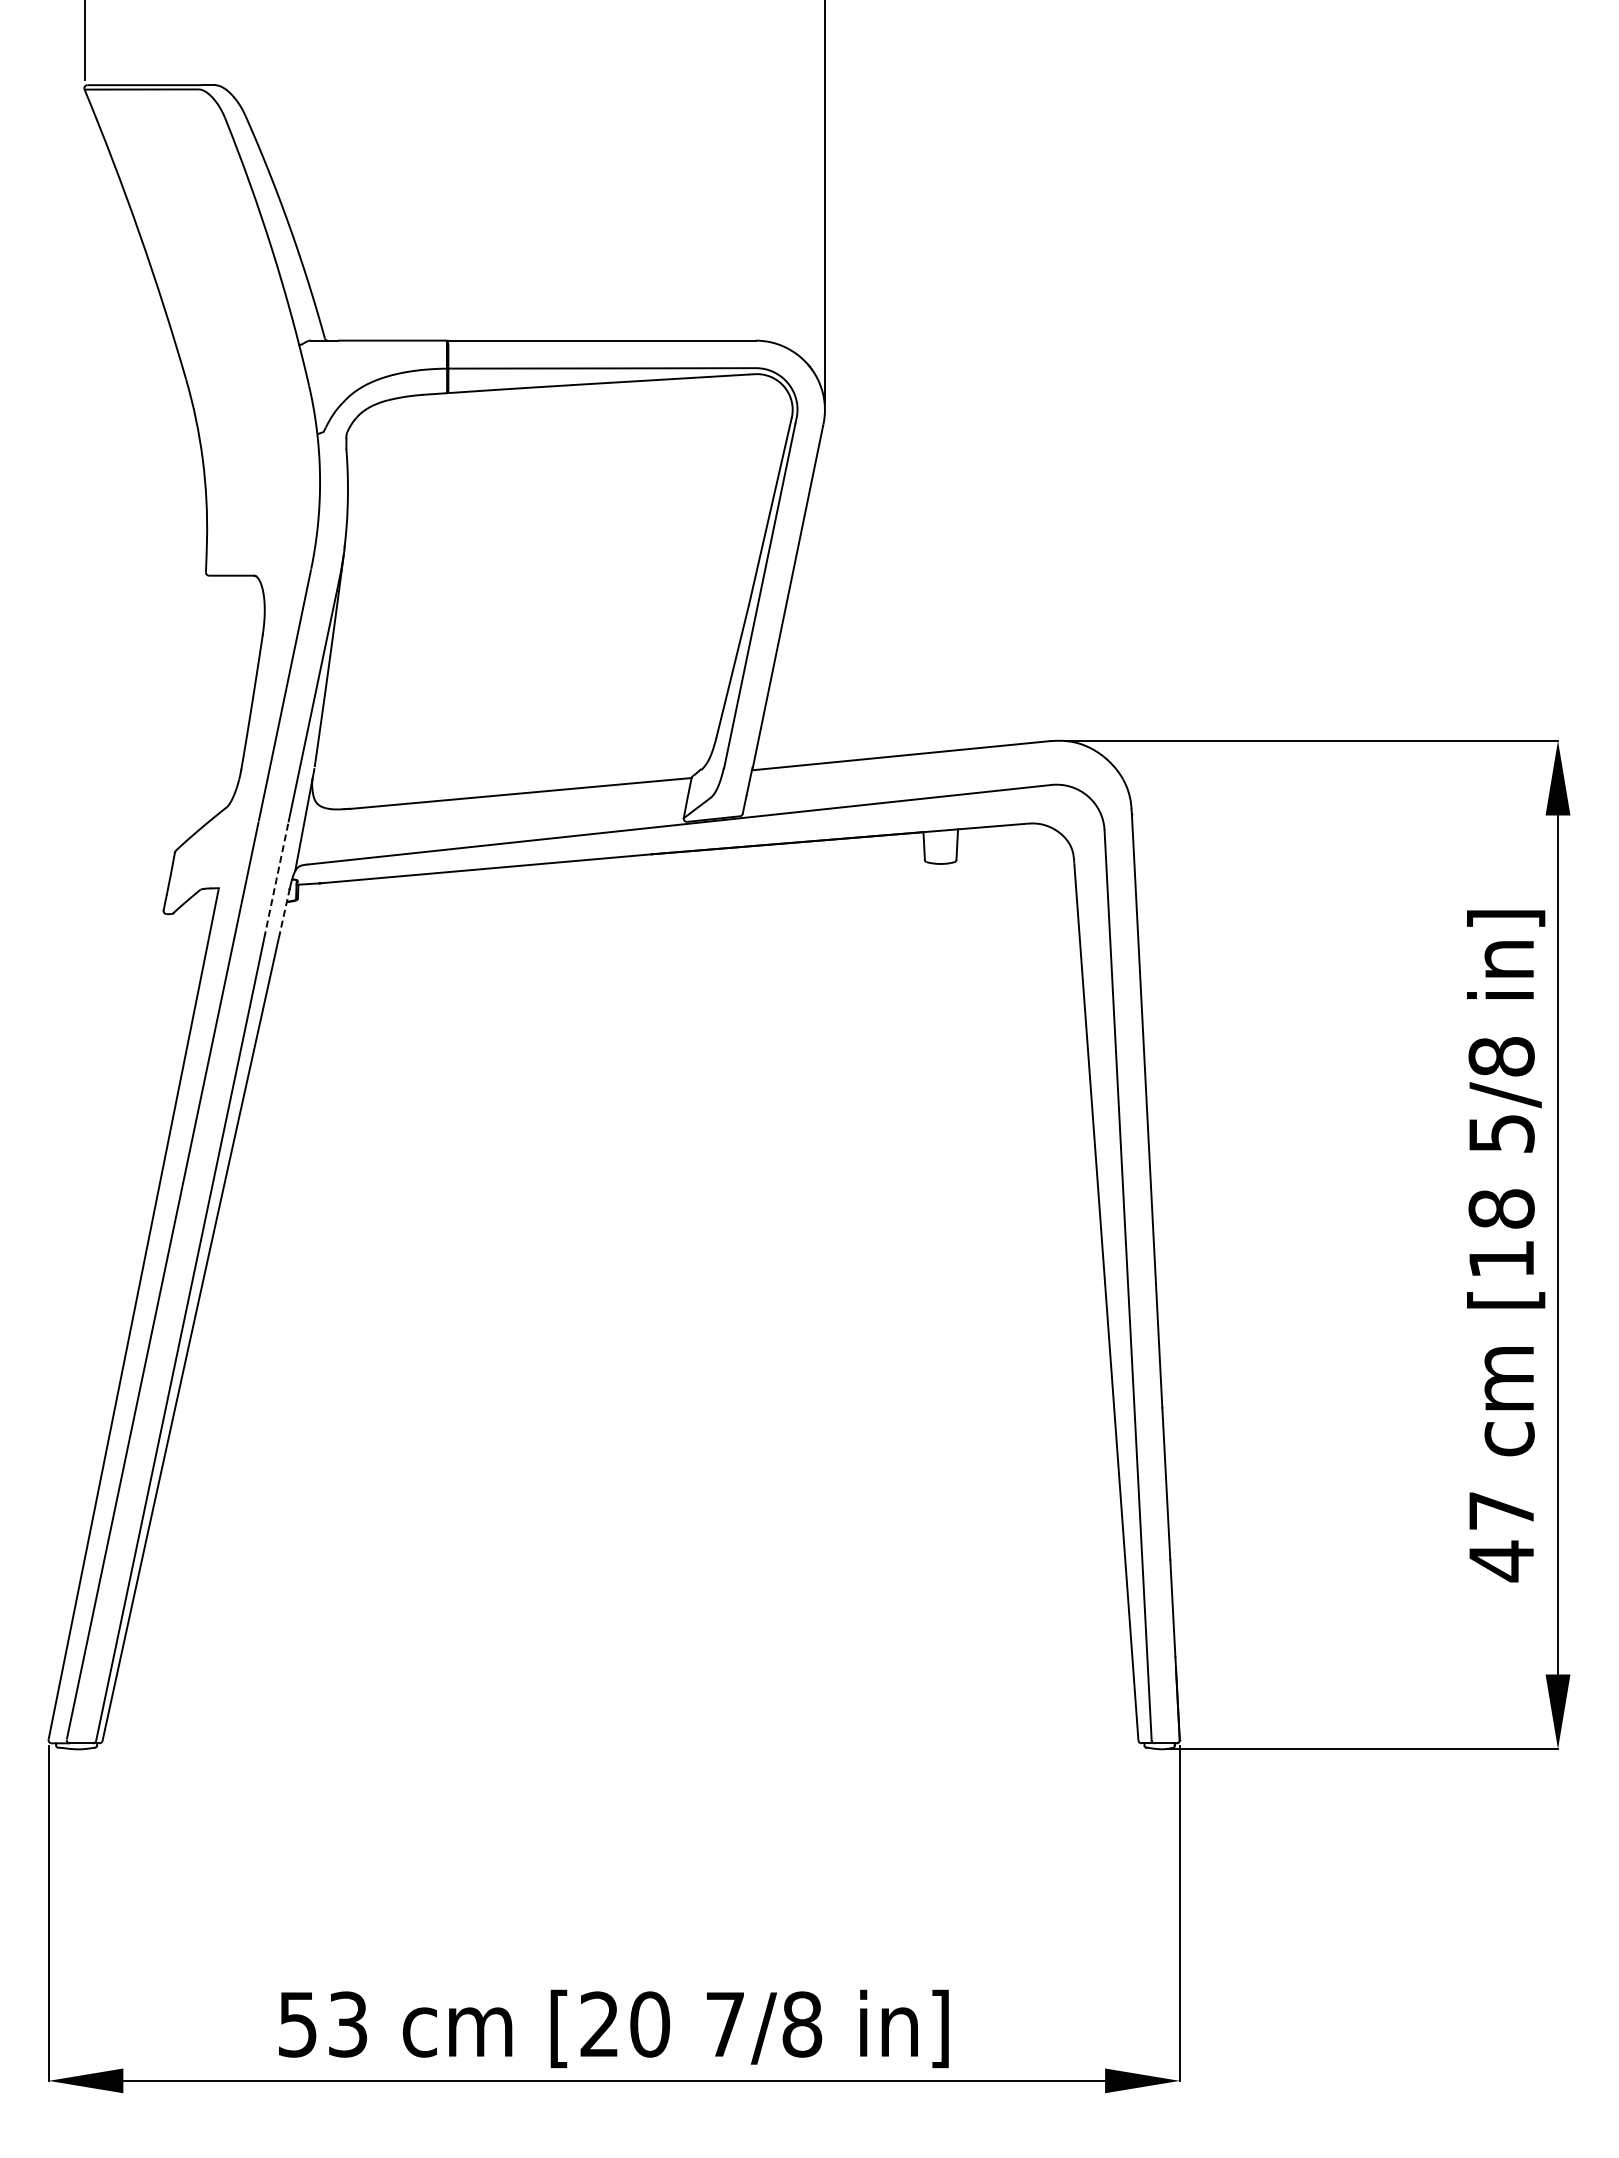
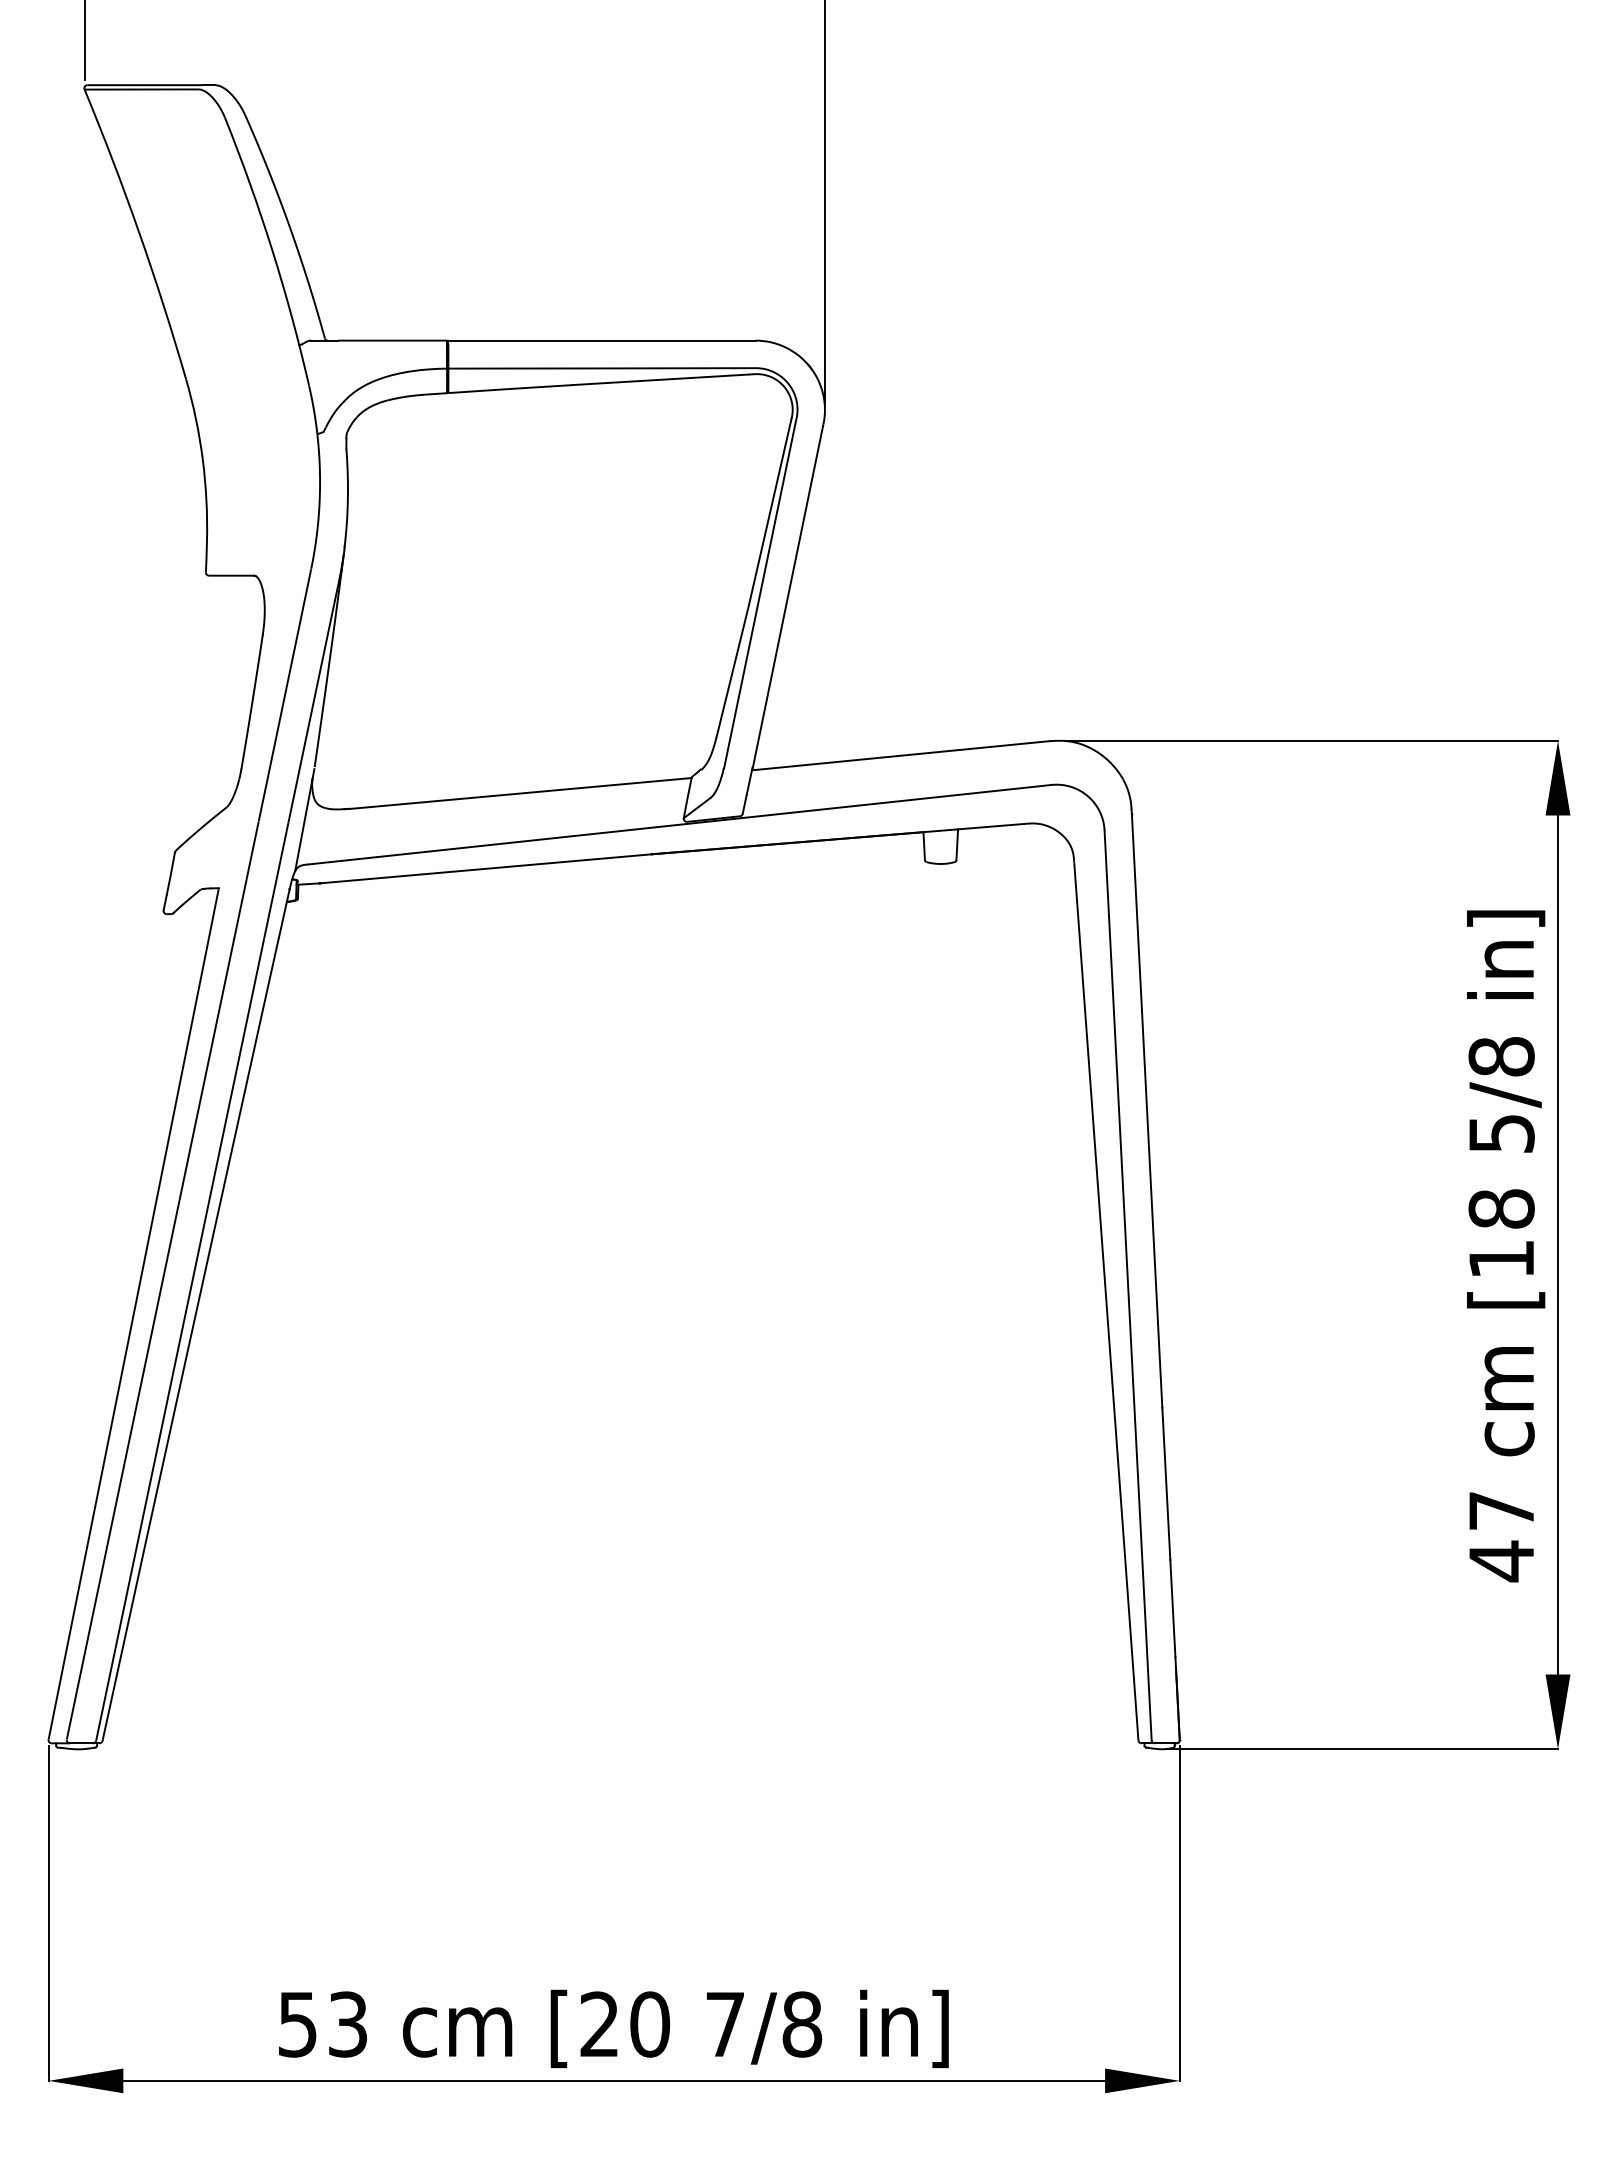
line at (276, 880): dashed -> solid
line at (284, 913): dashed -> solid
